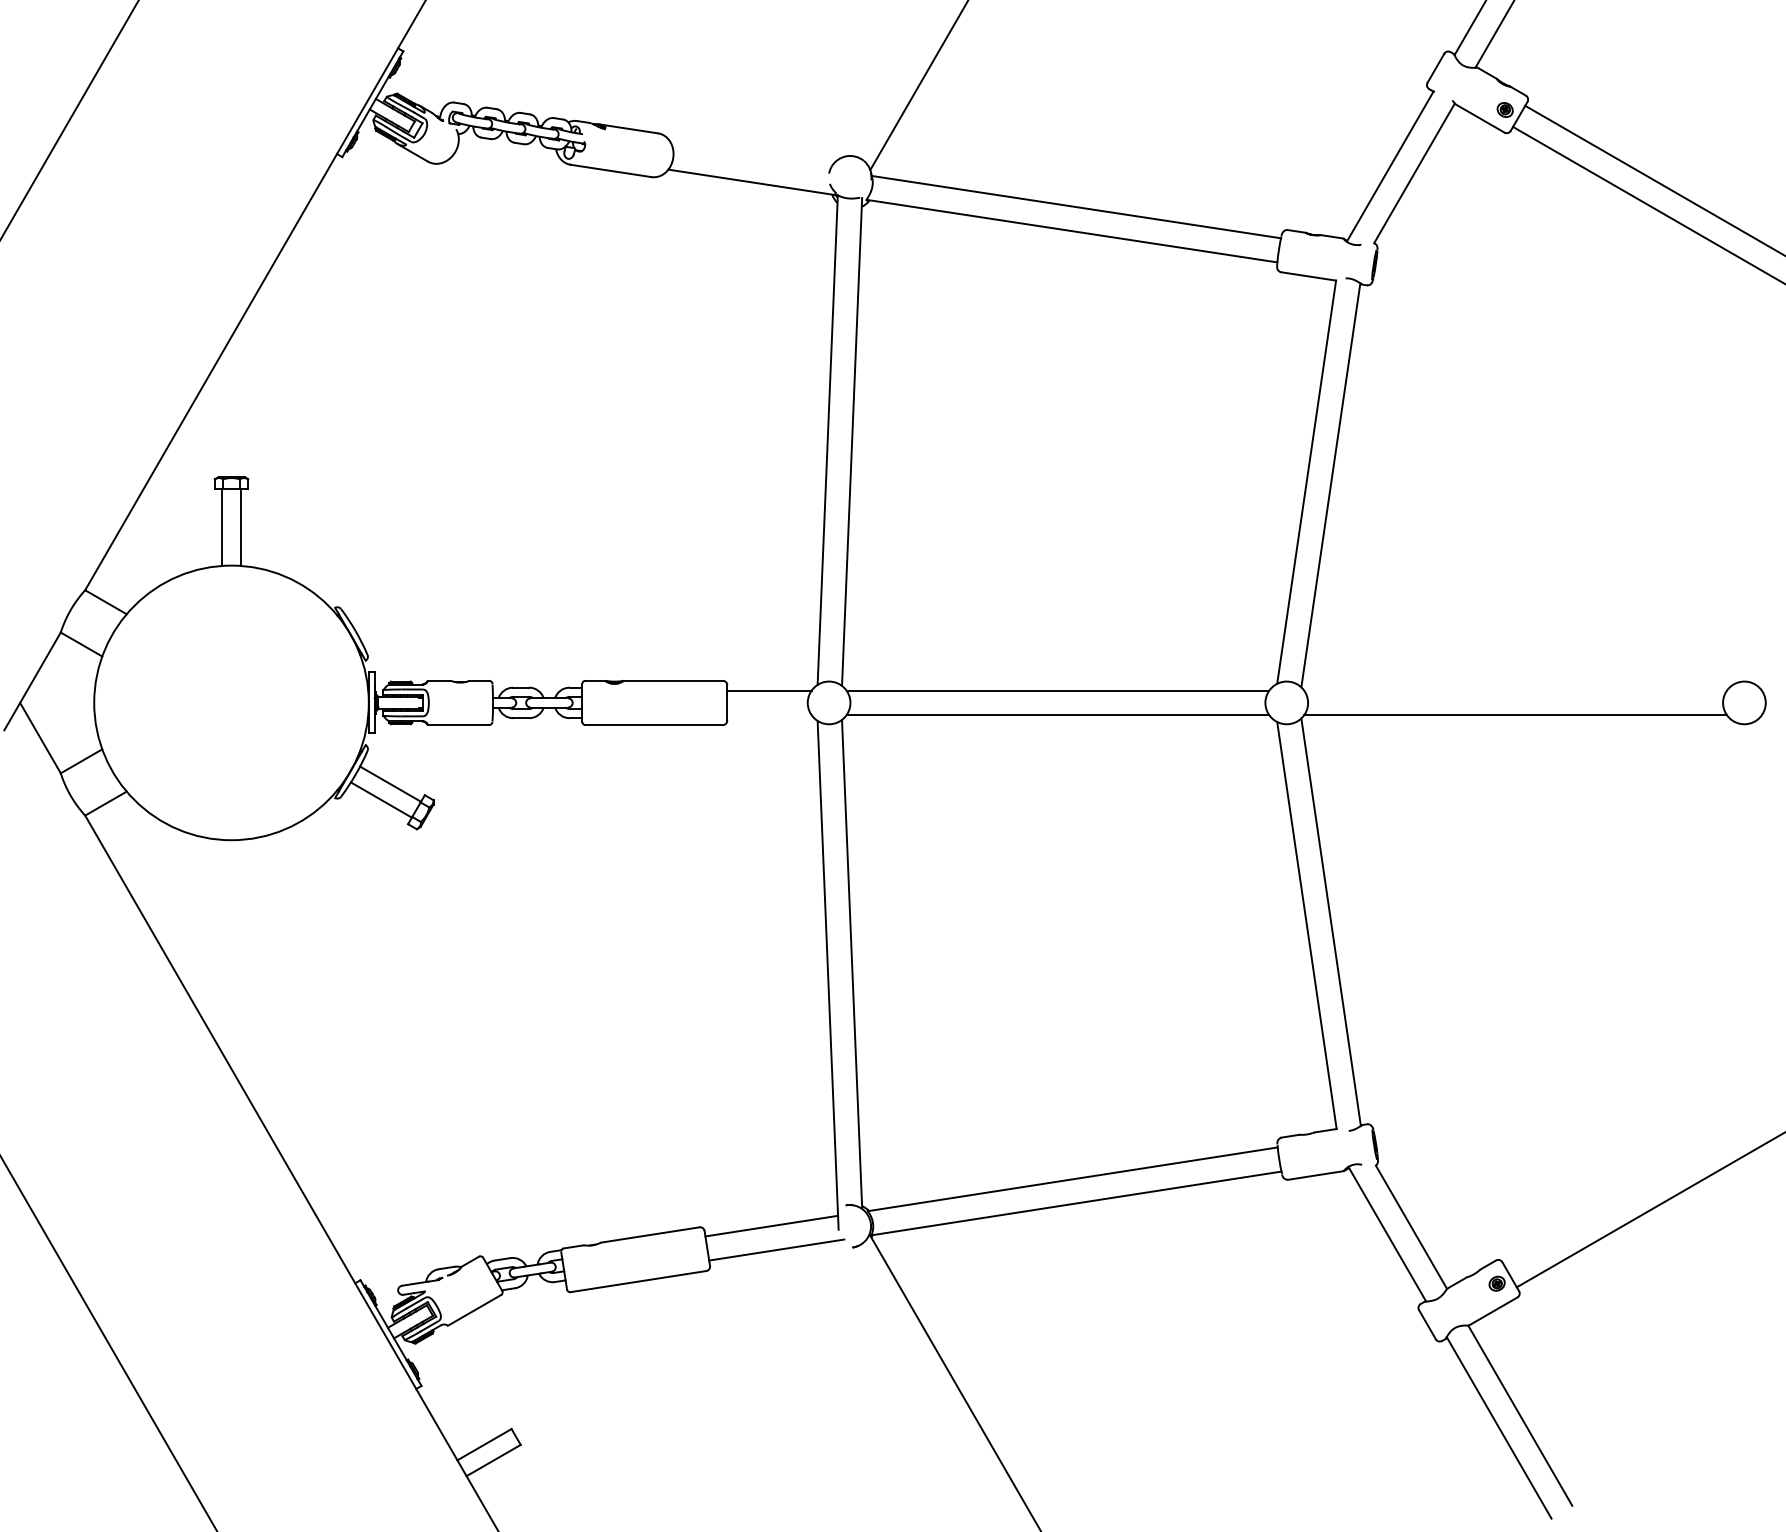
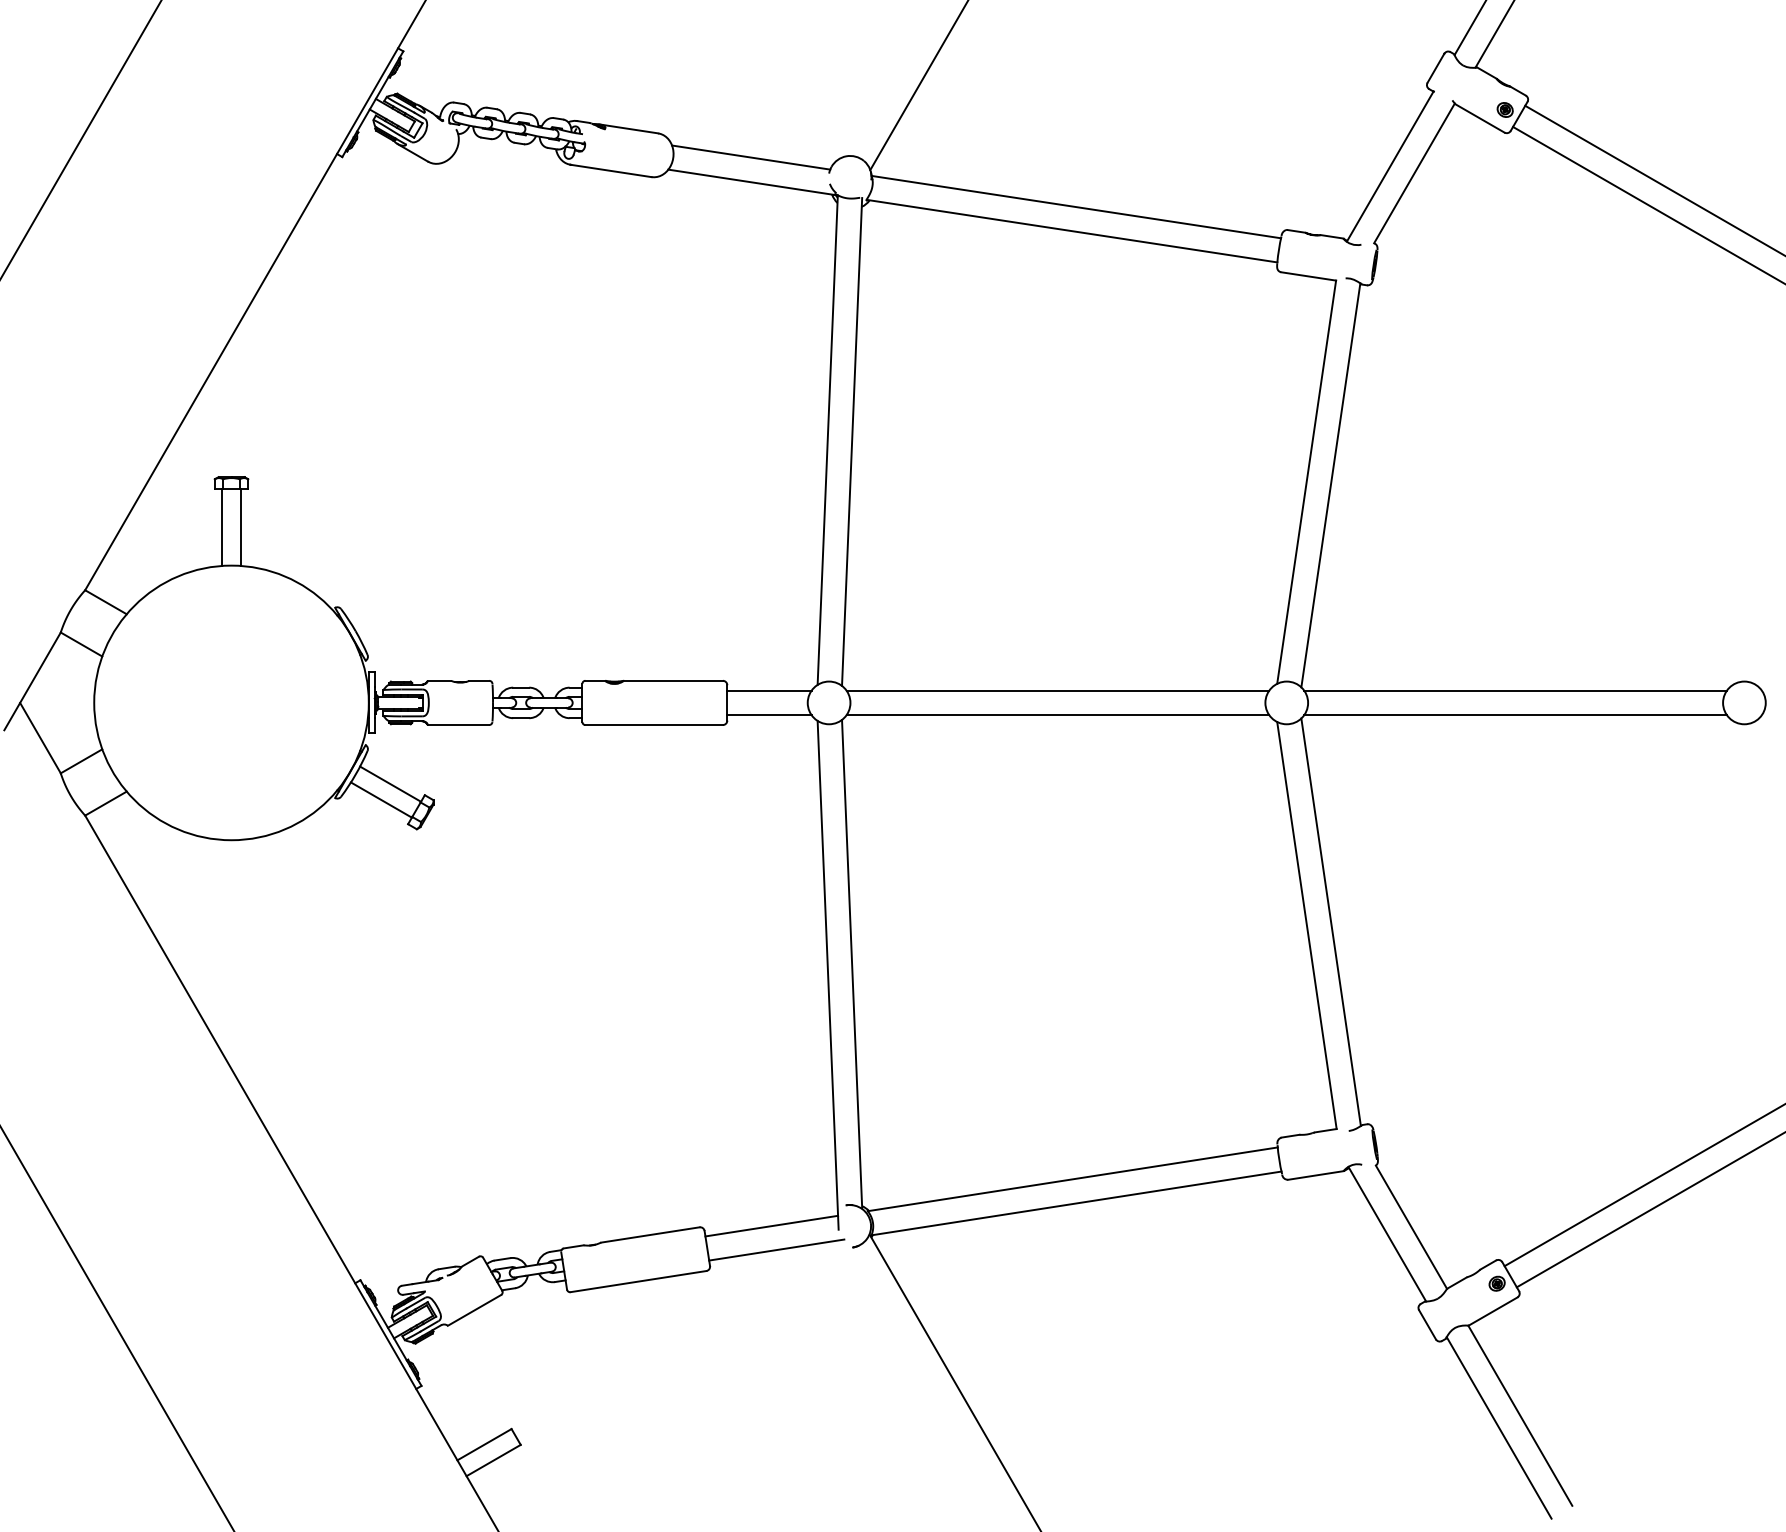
line at (69, 119) position: (69, 119) -> (81, 139)
line at (751, 157): none -> present
line at (1515, 690): none -> present
line at (769, 715): none -> present
line at (1643, 1185): none -> present
line at (108, 1343) position: (108, 1343) -> (117, 1328)
